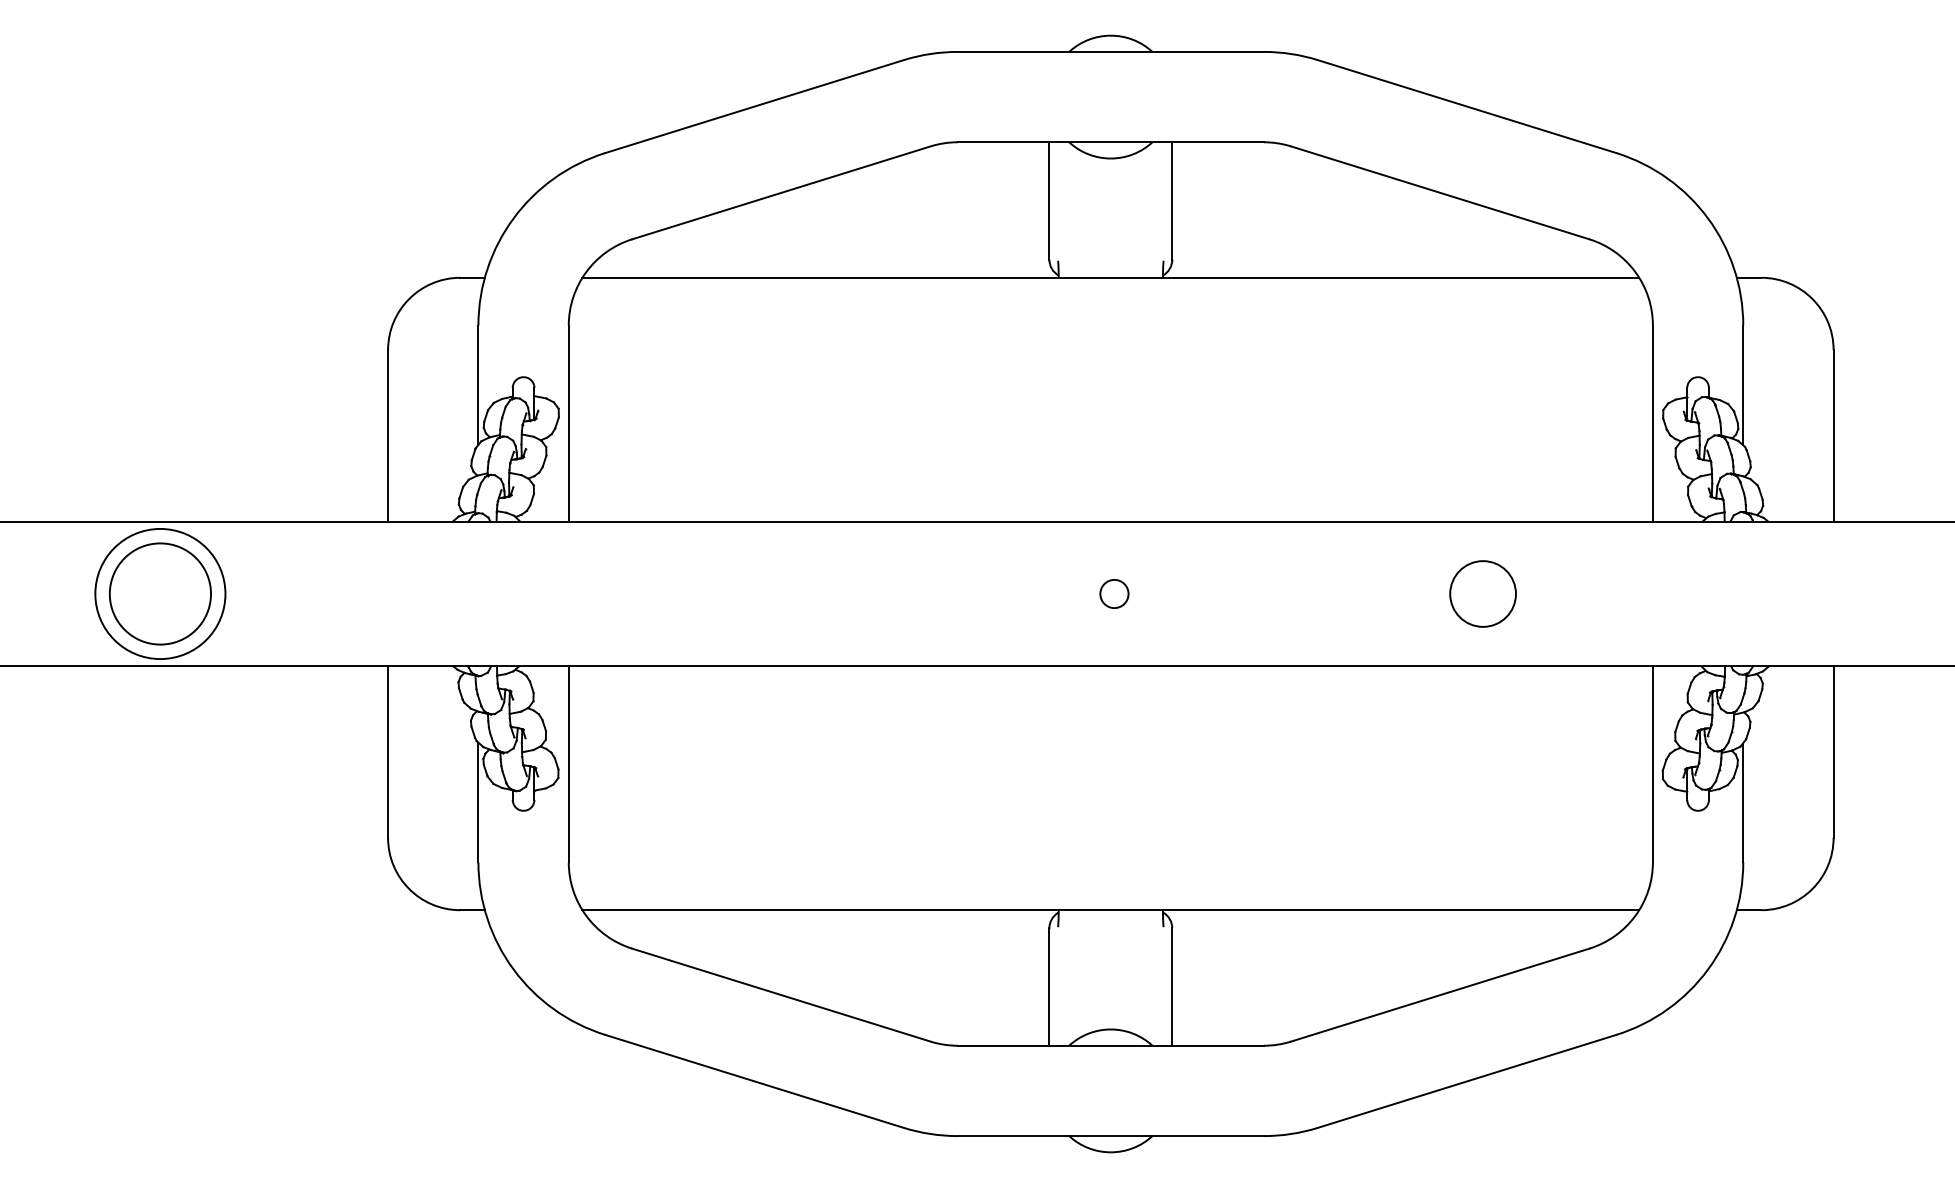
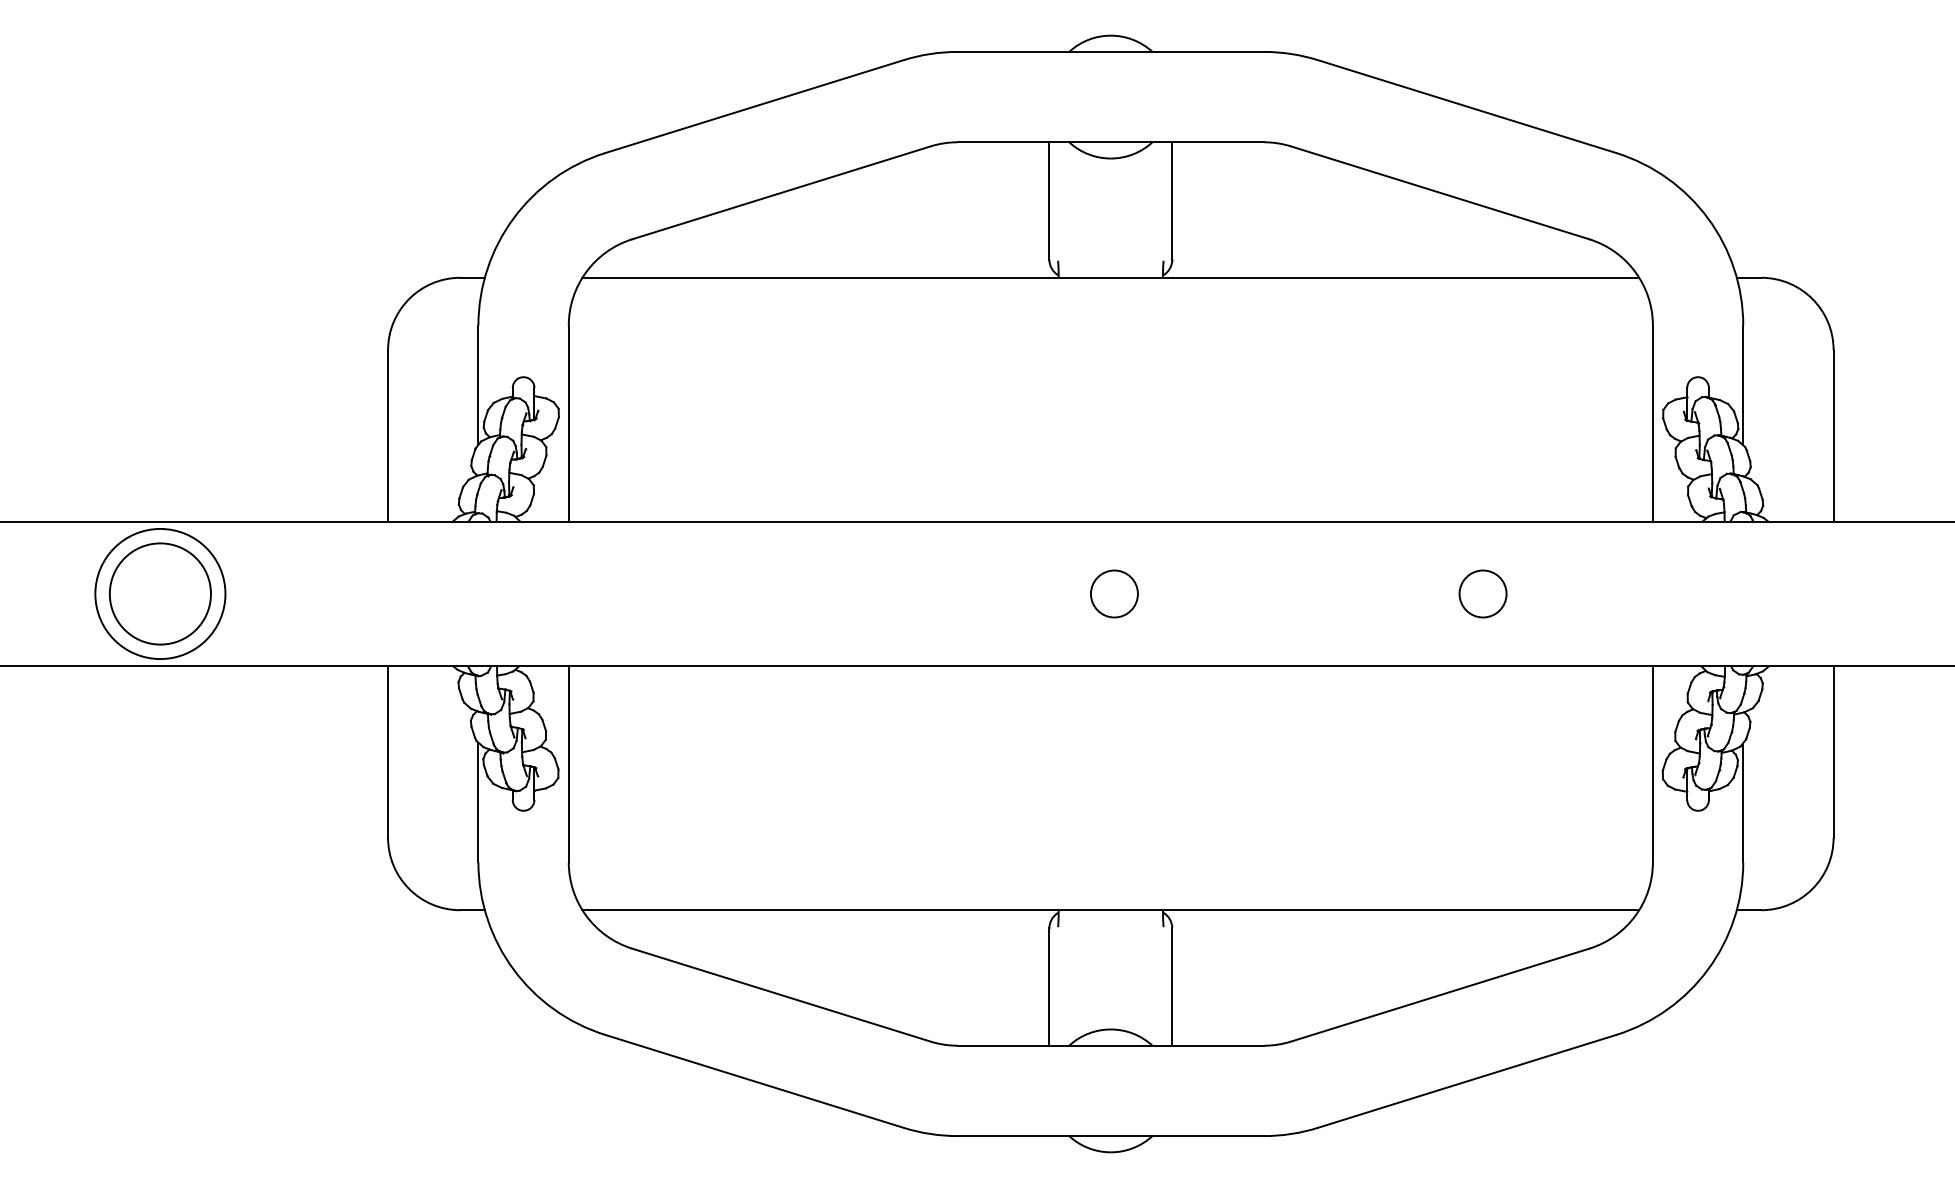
circle at (1114, 593) diameter: 28 px -> 47 px
circle at (1482, 593) size: 68x68 px -> 50x50 px
